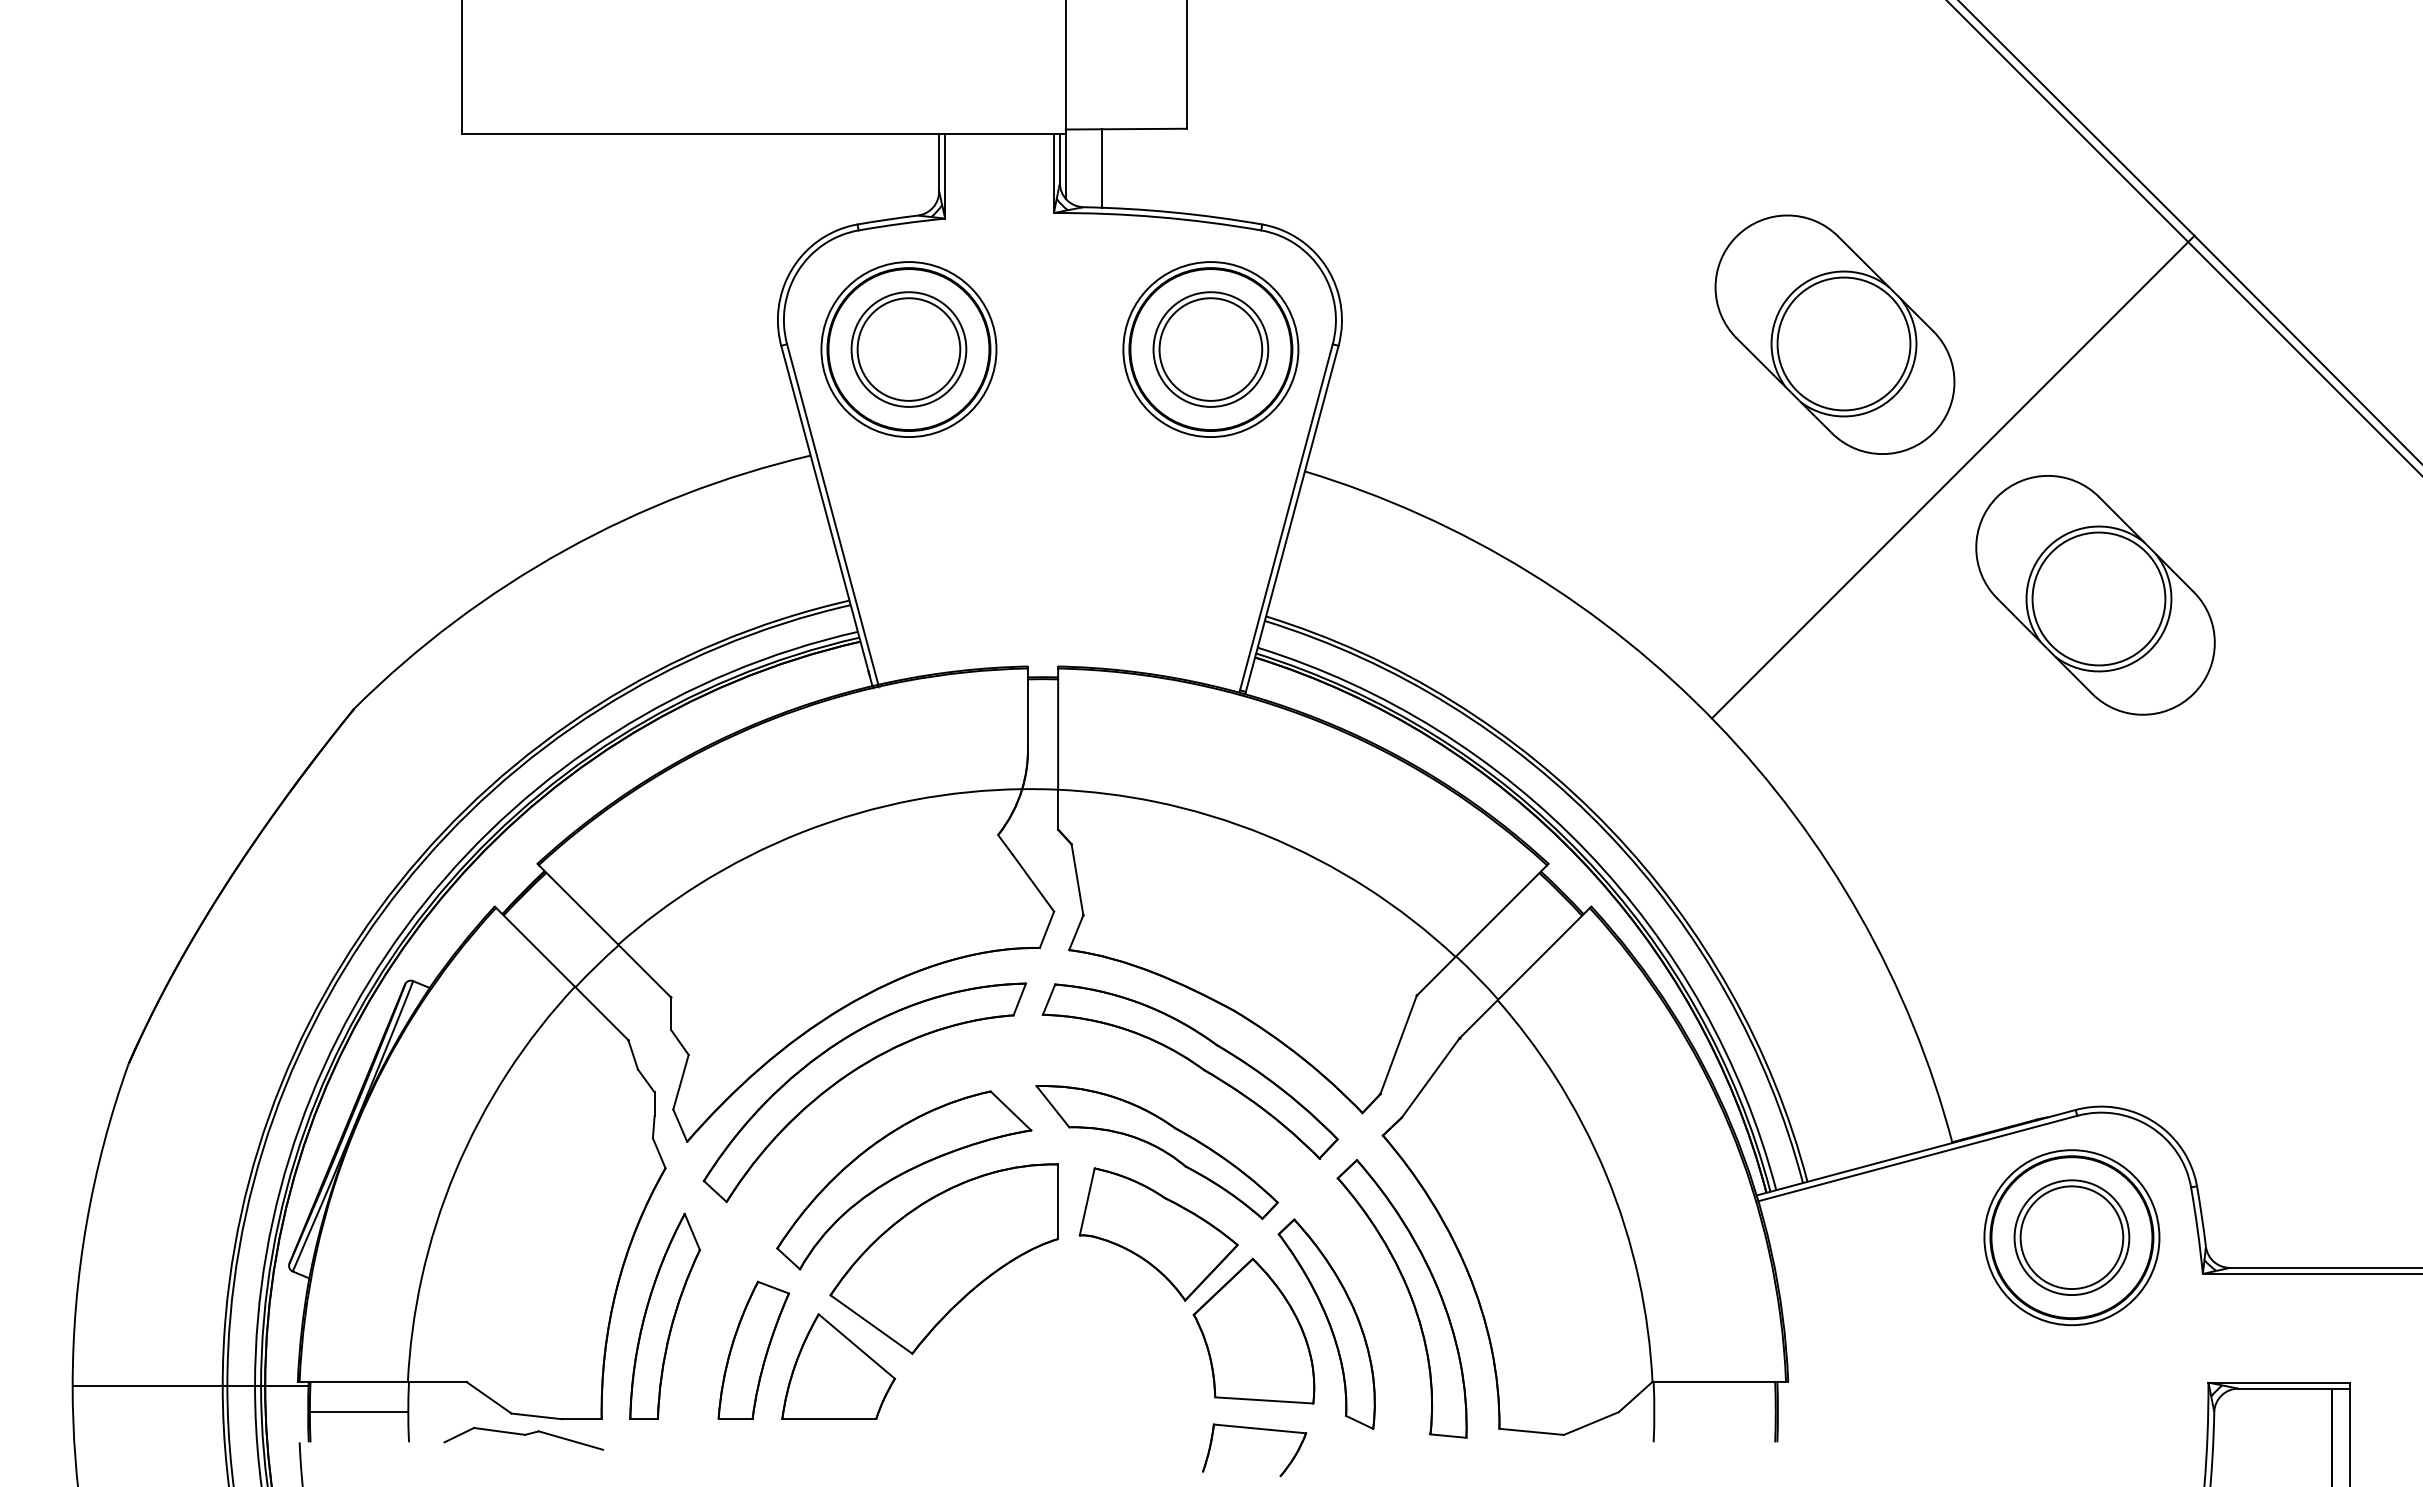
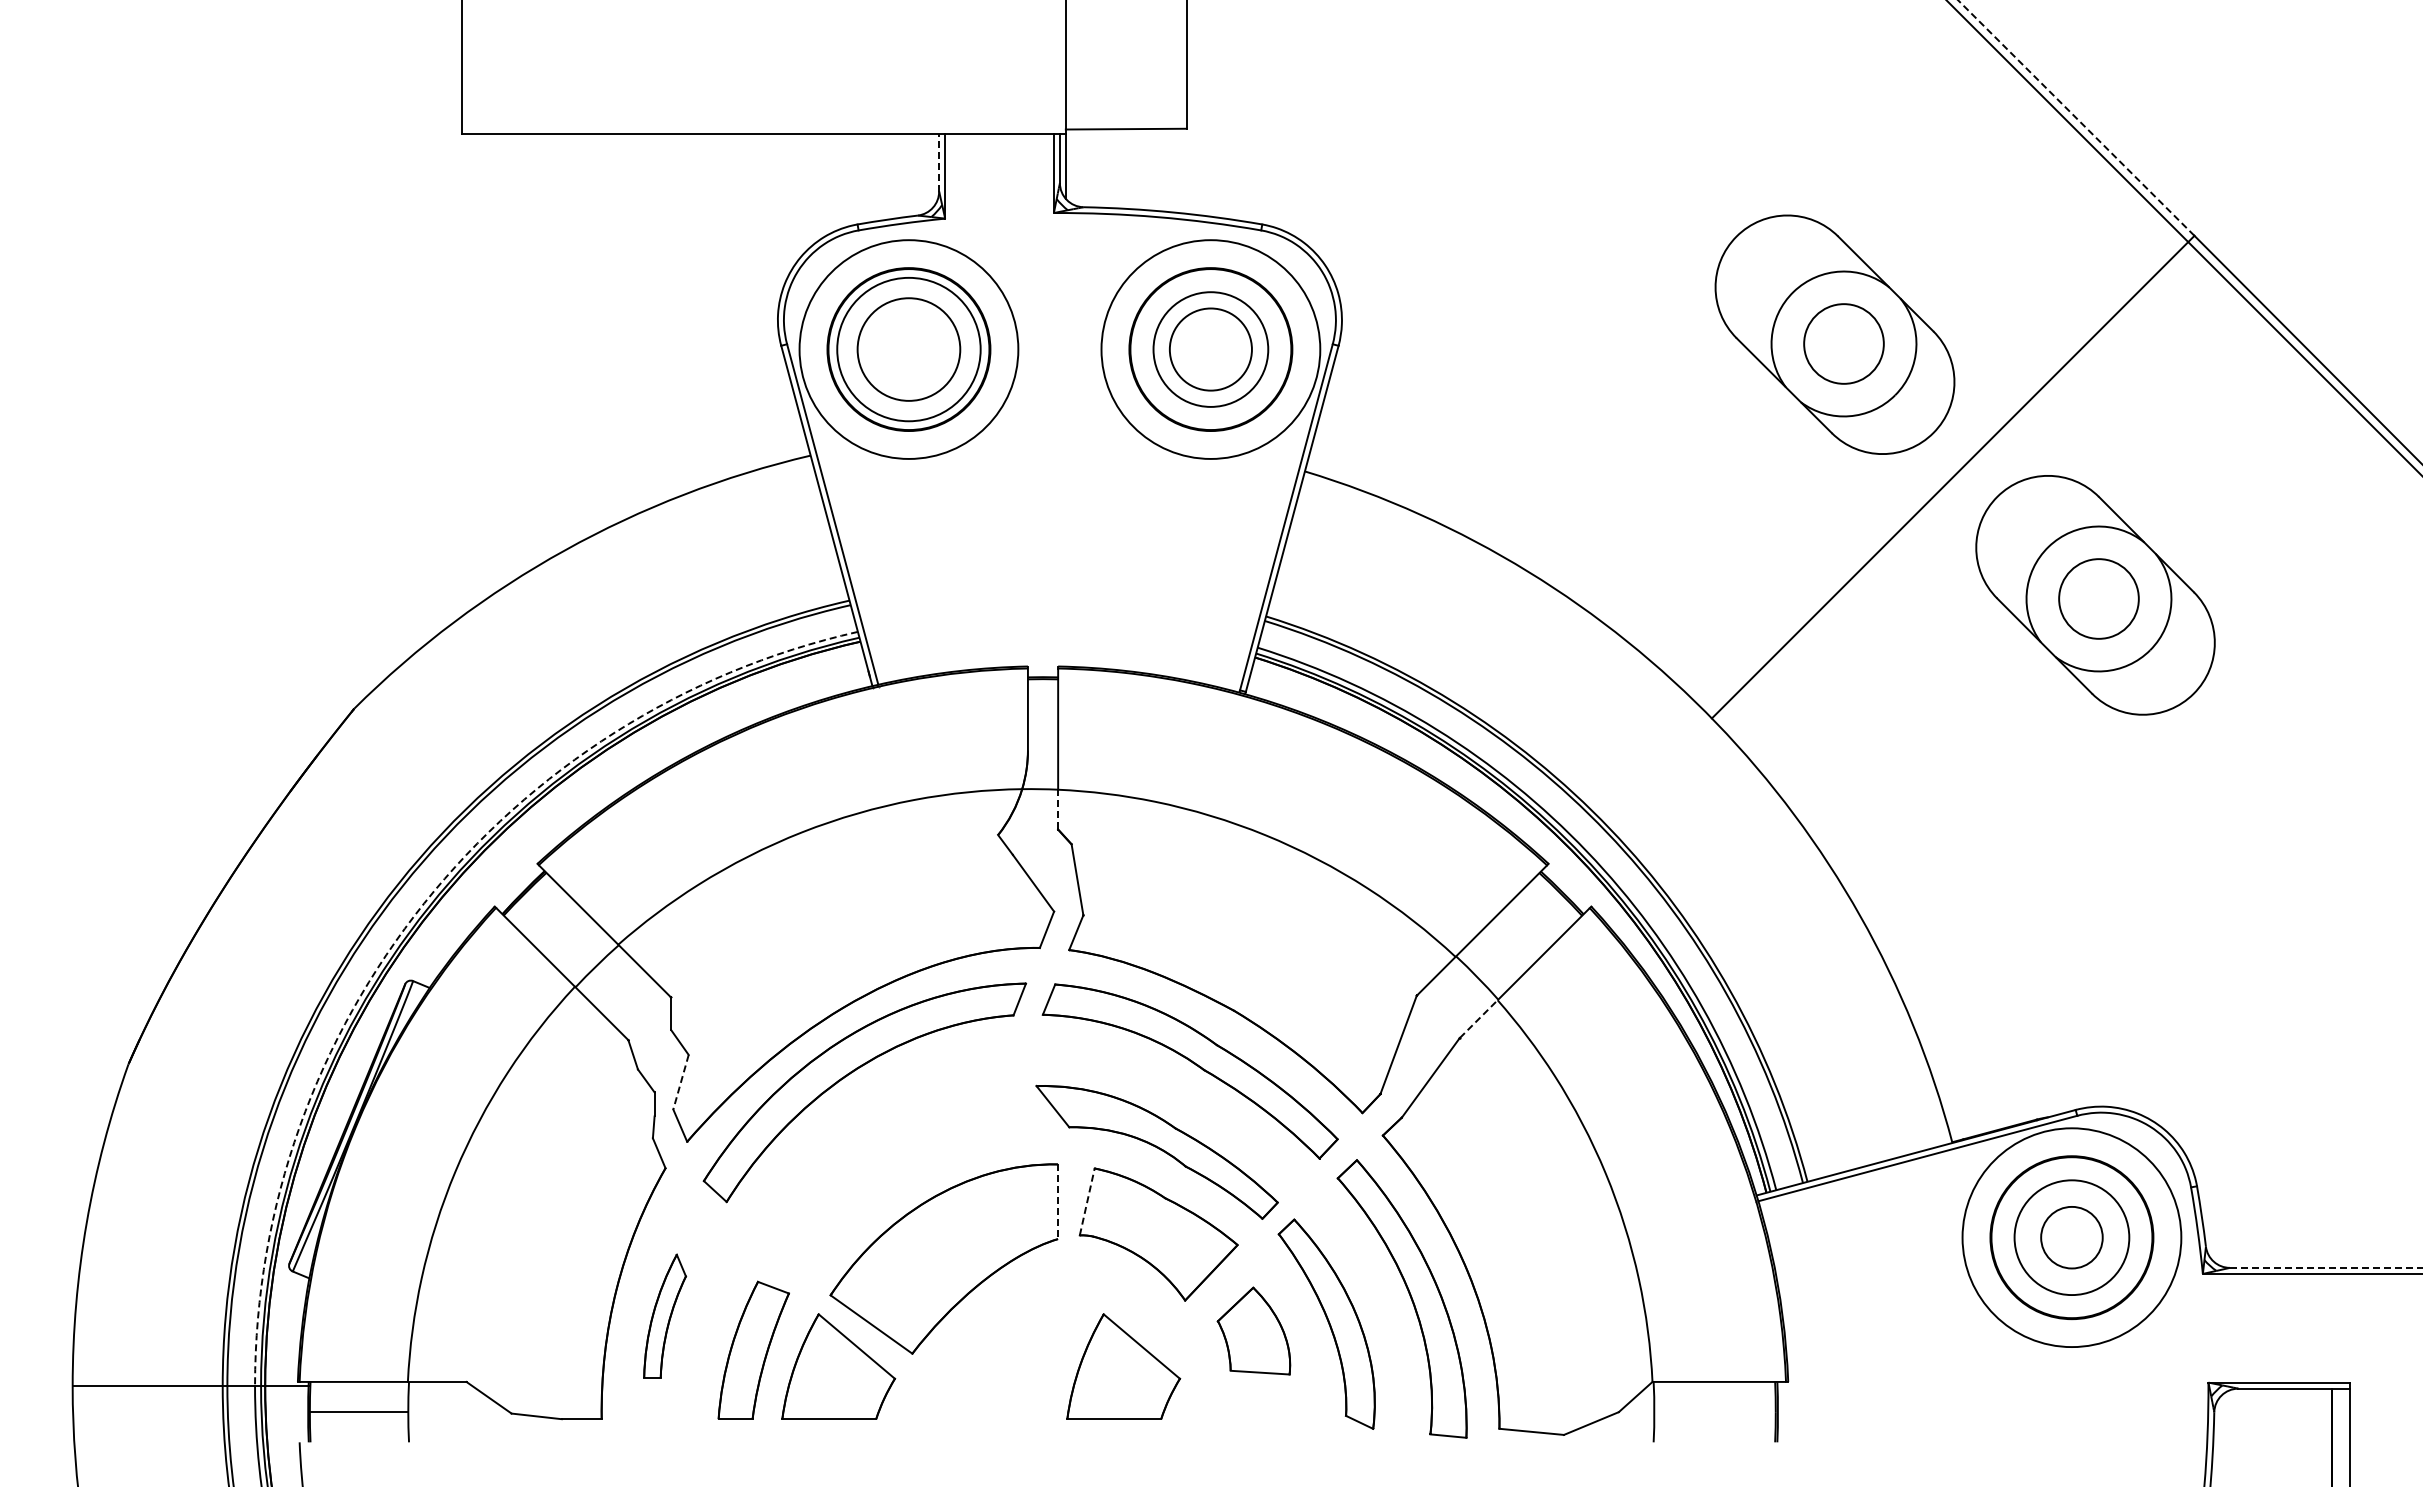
line at (2076, 118): solid -> dashed
line at (939, 162): solid -> dashed
line at (1102, 168): present -> none
circle at (1843, 343) diameter: 133 px -> 80 px
circle at (908, 349) diameter: 115 px -> 143 px
circle at (908, 349) diameter: 175 px -> 219 px
circle at (1210, 349) diameter: 103 px -> 82 px
circle at (1210, 349) diameter: 175 px -> 219 px
circle at (2098, 598) diameter: 133 px -> 80 px
line at (1058, 809): solid -> dashed
arc at (424, 903): solid -> dashed
line at (1478, 1019): solid -> dashed
line at (680, 1082): solid -> dashed
part at (904, 1180): present -> none
line at (1087, 1201): solid -> dashed
line at (1058, 1202): solid -> dashed
circle at (2071, 1237) diameter: 103 px -> 62 px
circle at (2071, 1237) diameter: 175 px -> 219 px
line at (2326, 1267): solid -> dashed
part at (664, 1315) size: 72x208 px -> 45x126 px
part at (1253, 1330) size: 124x148 px -> 76x90 px
part at (1123, 1366): none -> present
part at (1254, 1429): present -> none
part at (523, 1438): present -> none
